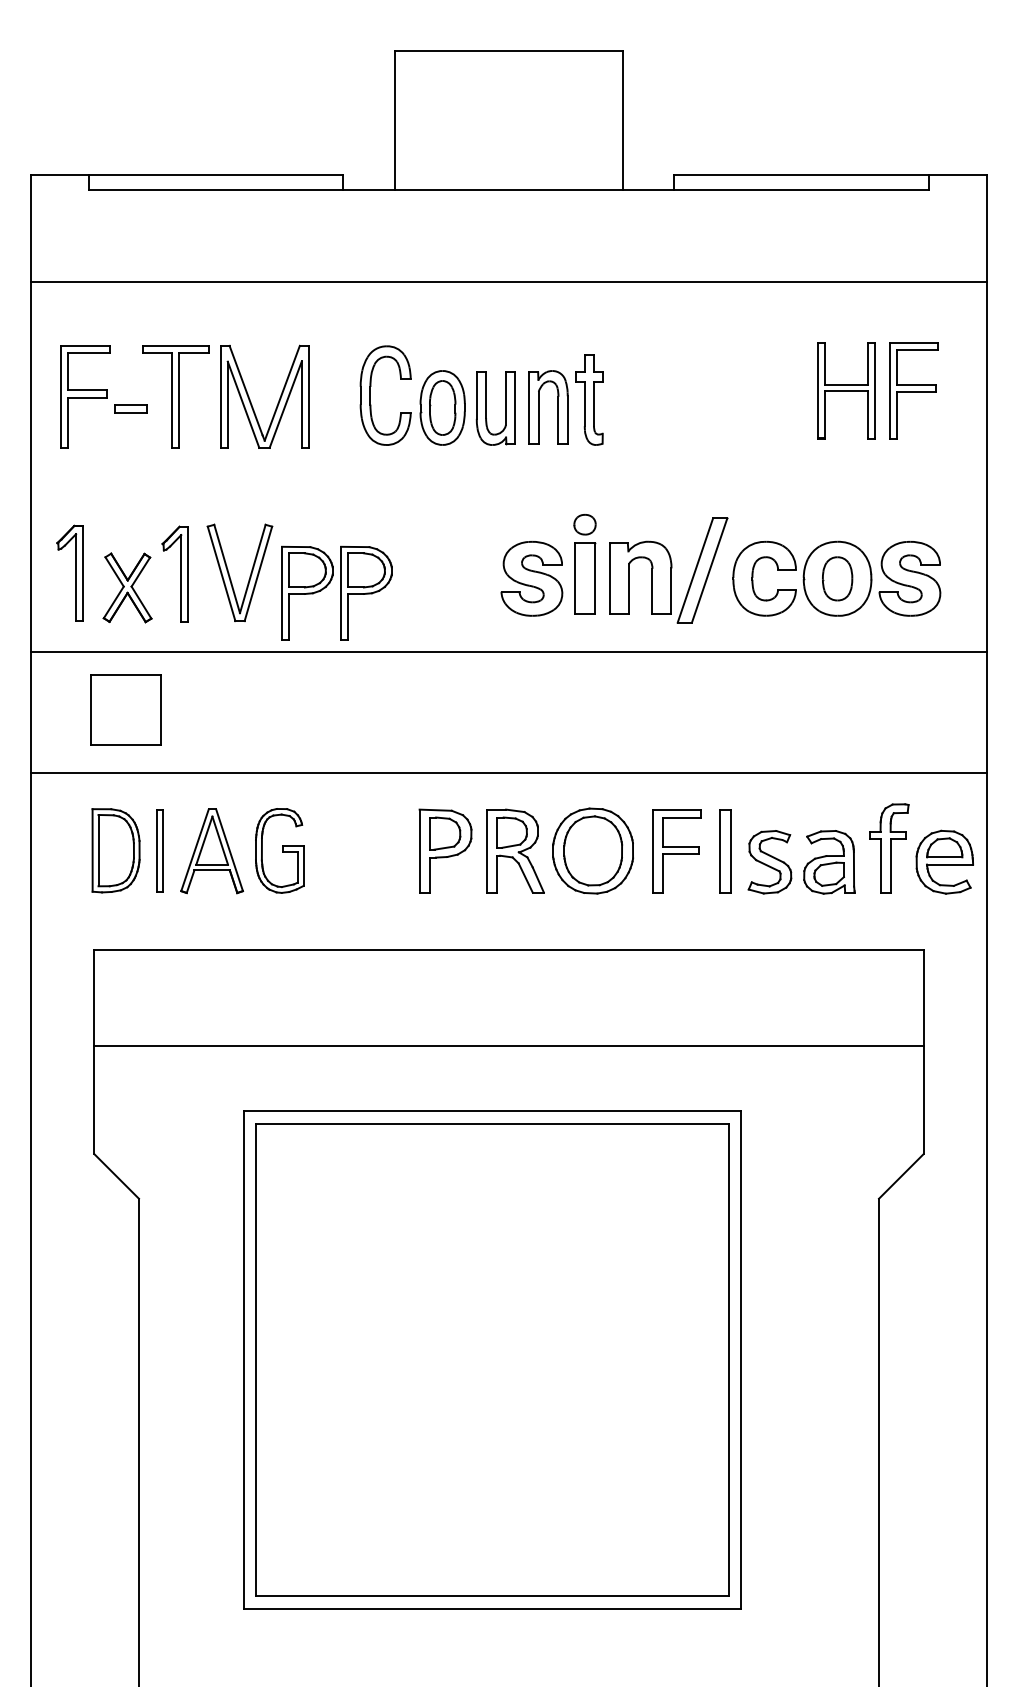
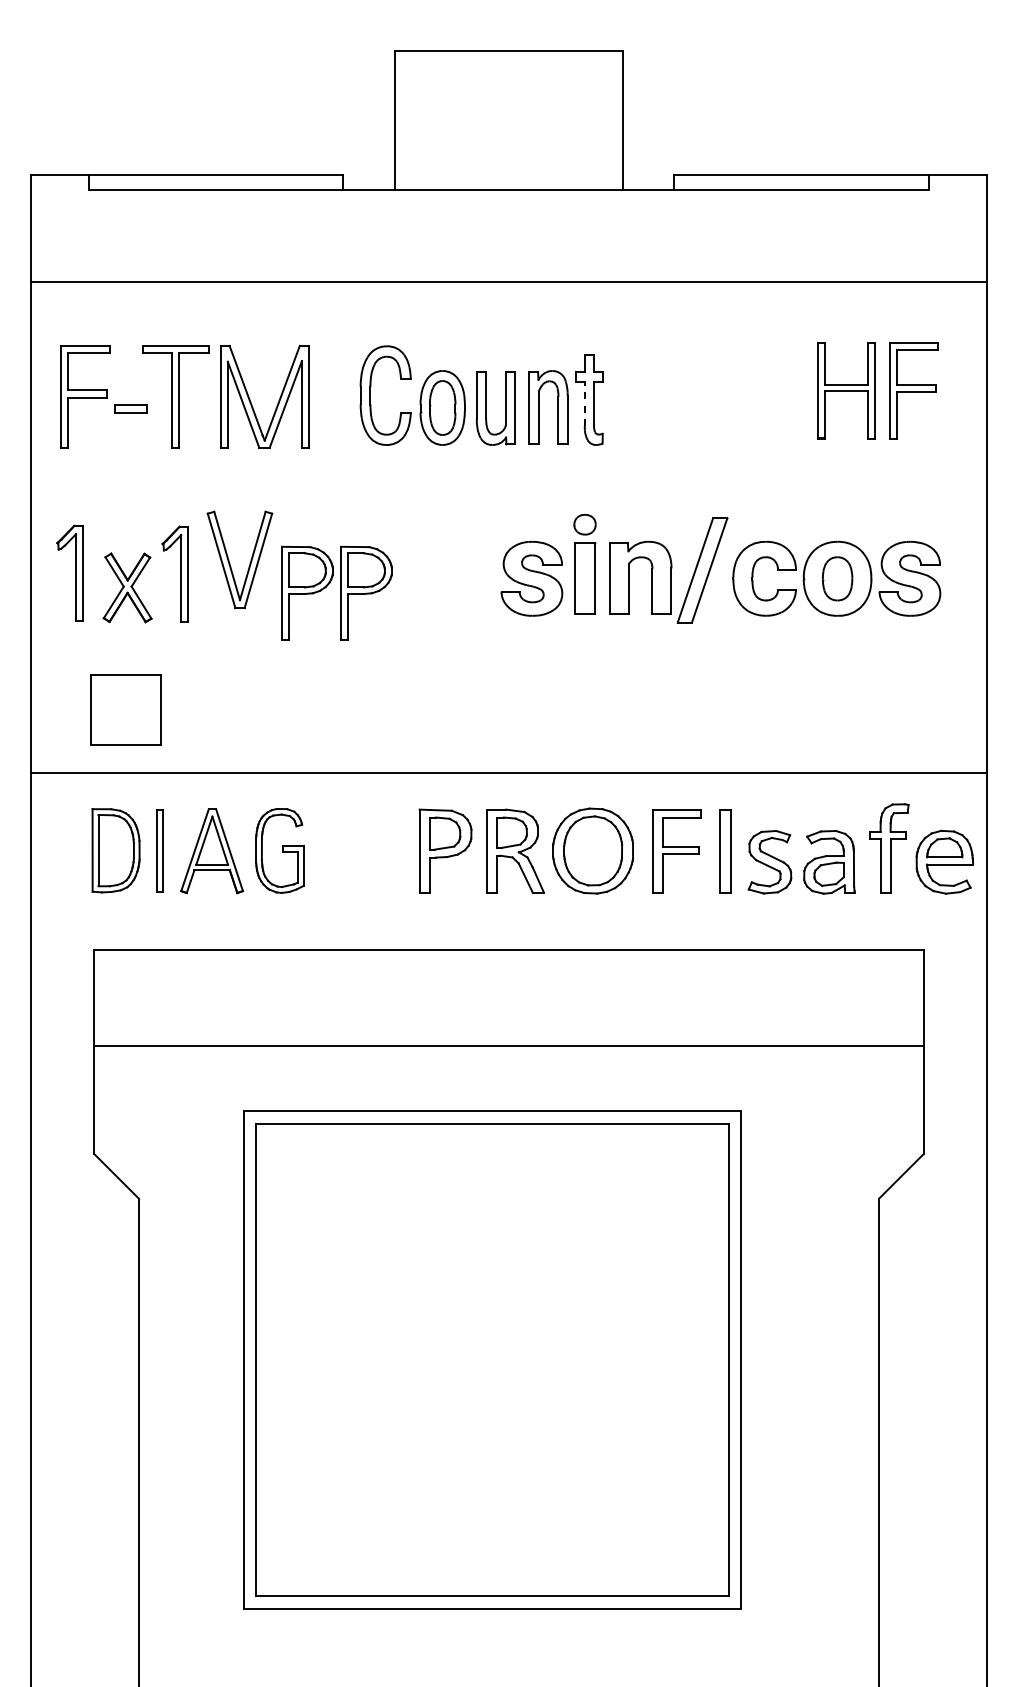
line at (584, 403): solid -> dashed
part at (230, 576) position: (230, 576) -> (230, 563)
line at (508, 651): present -> none
